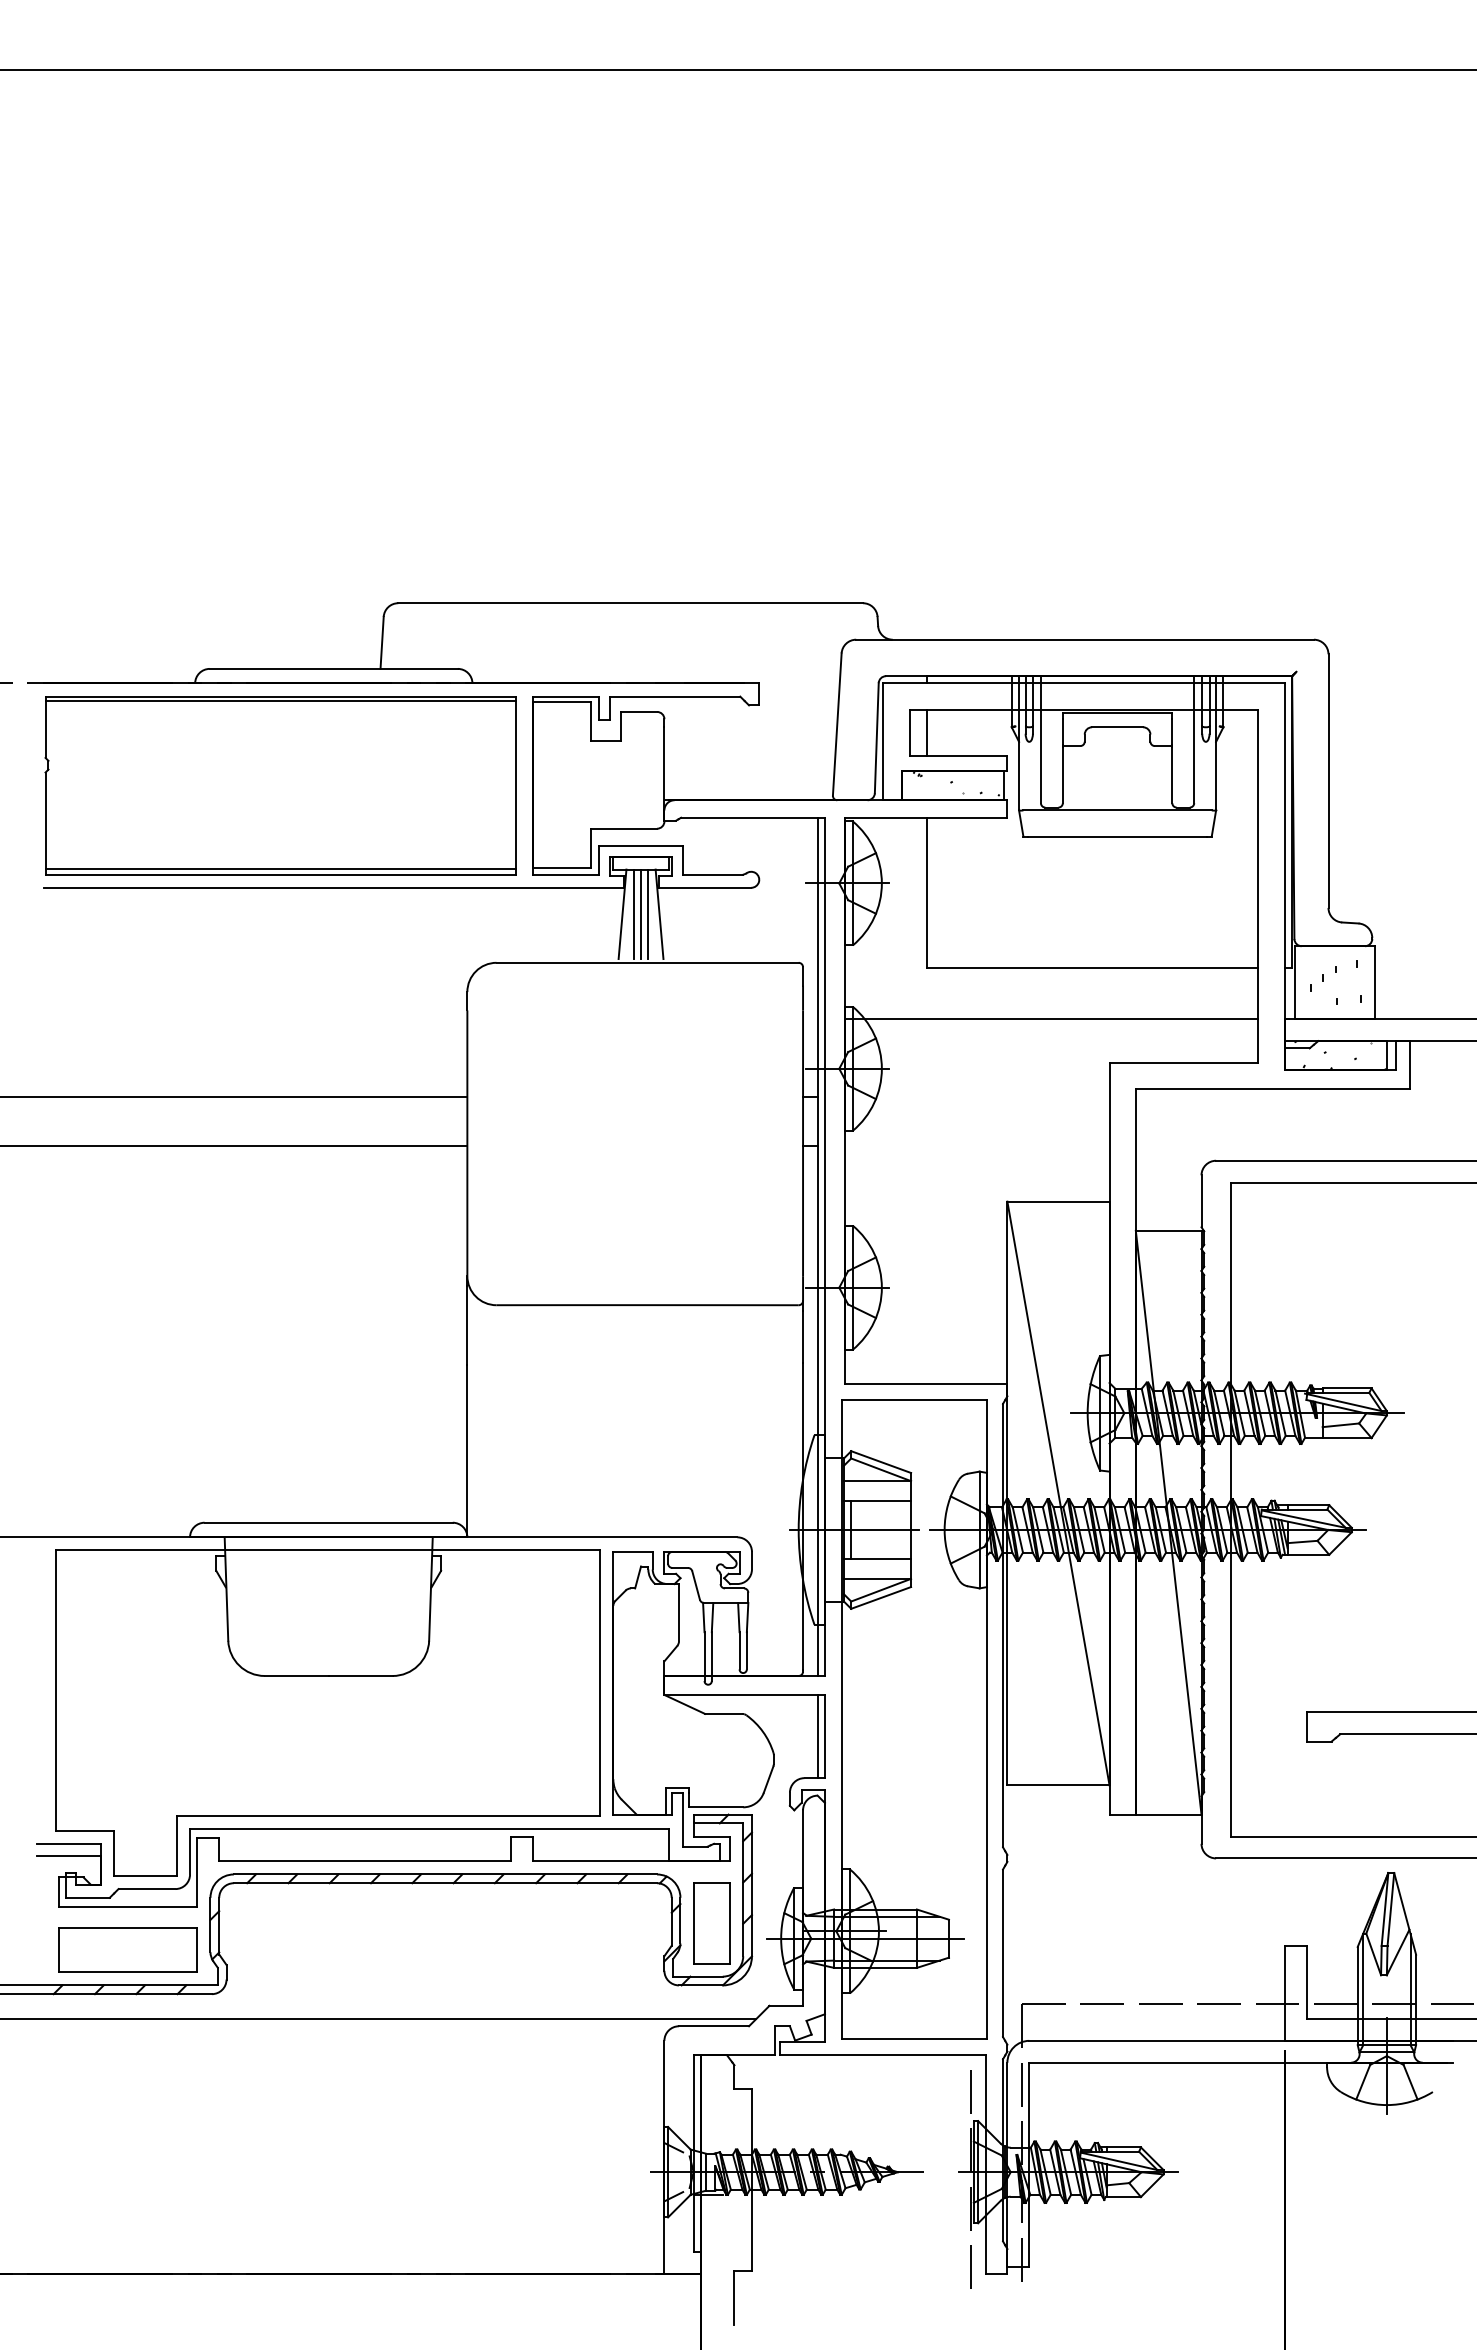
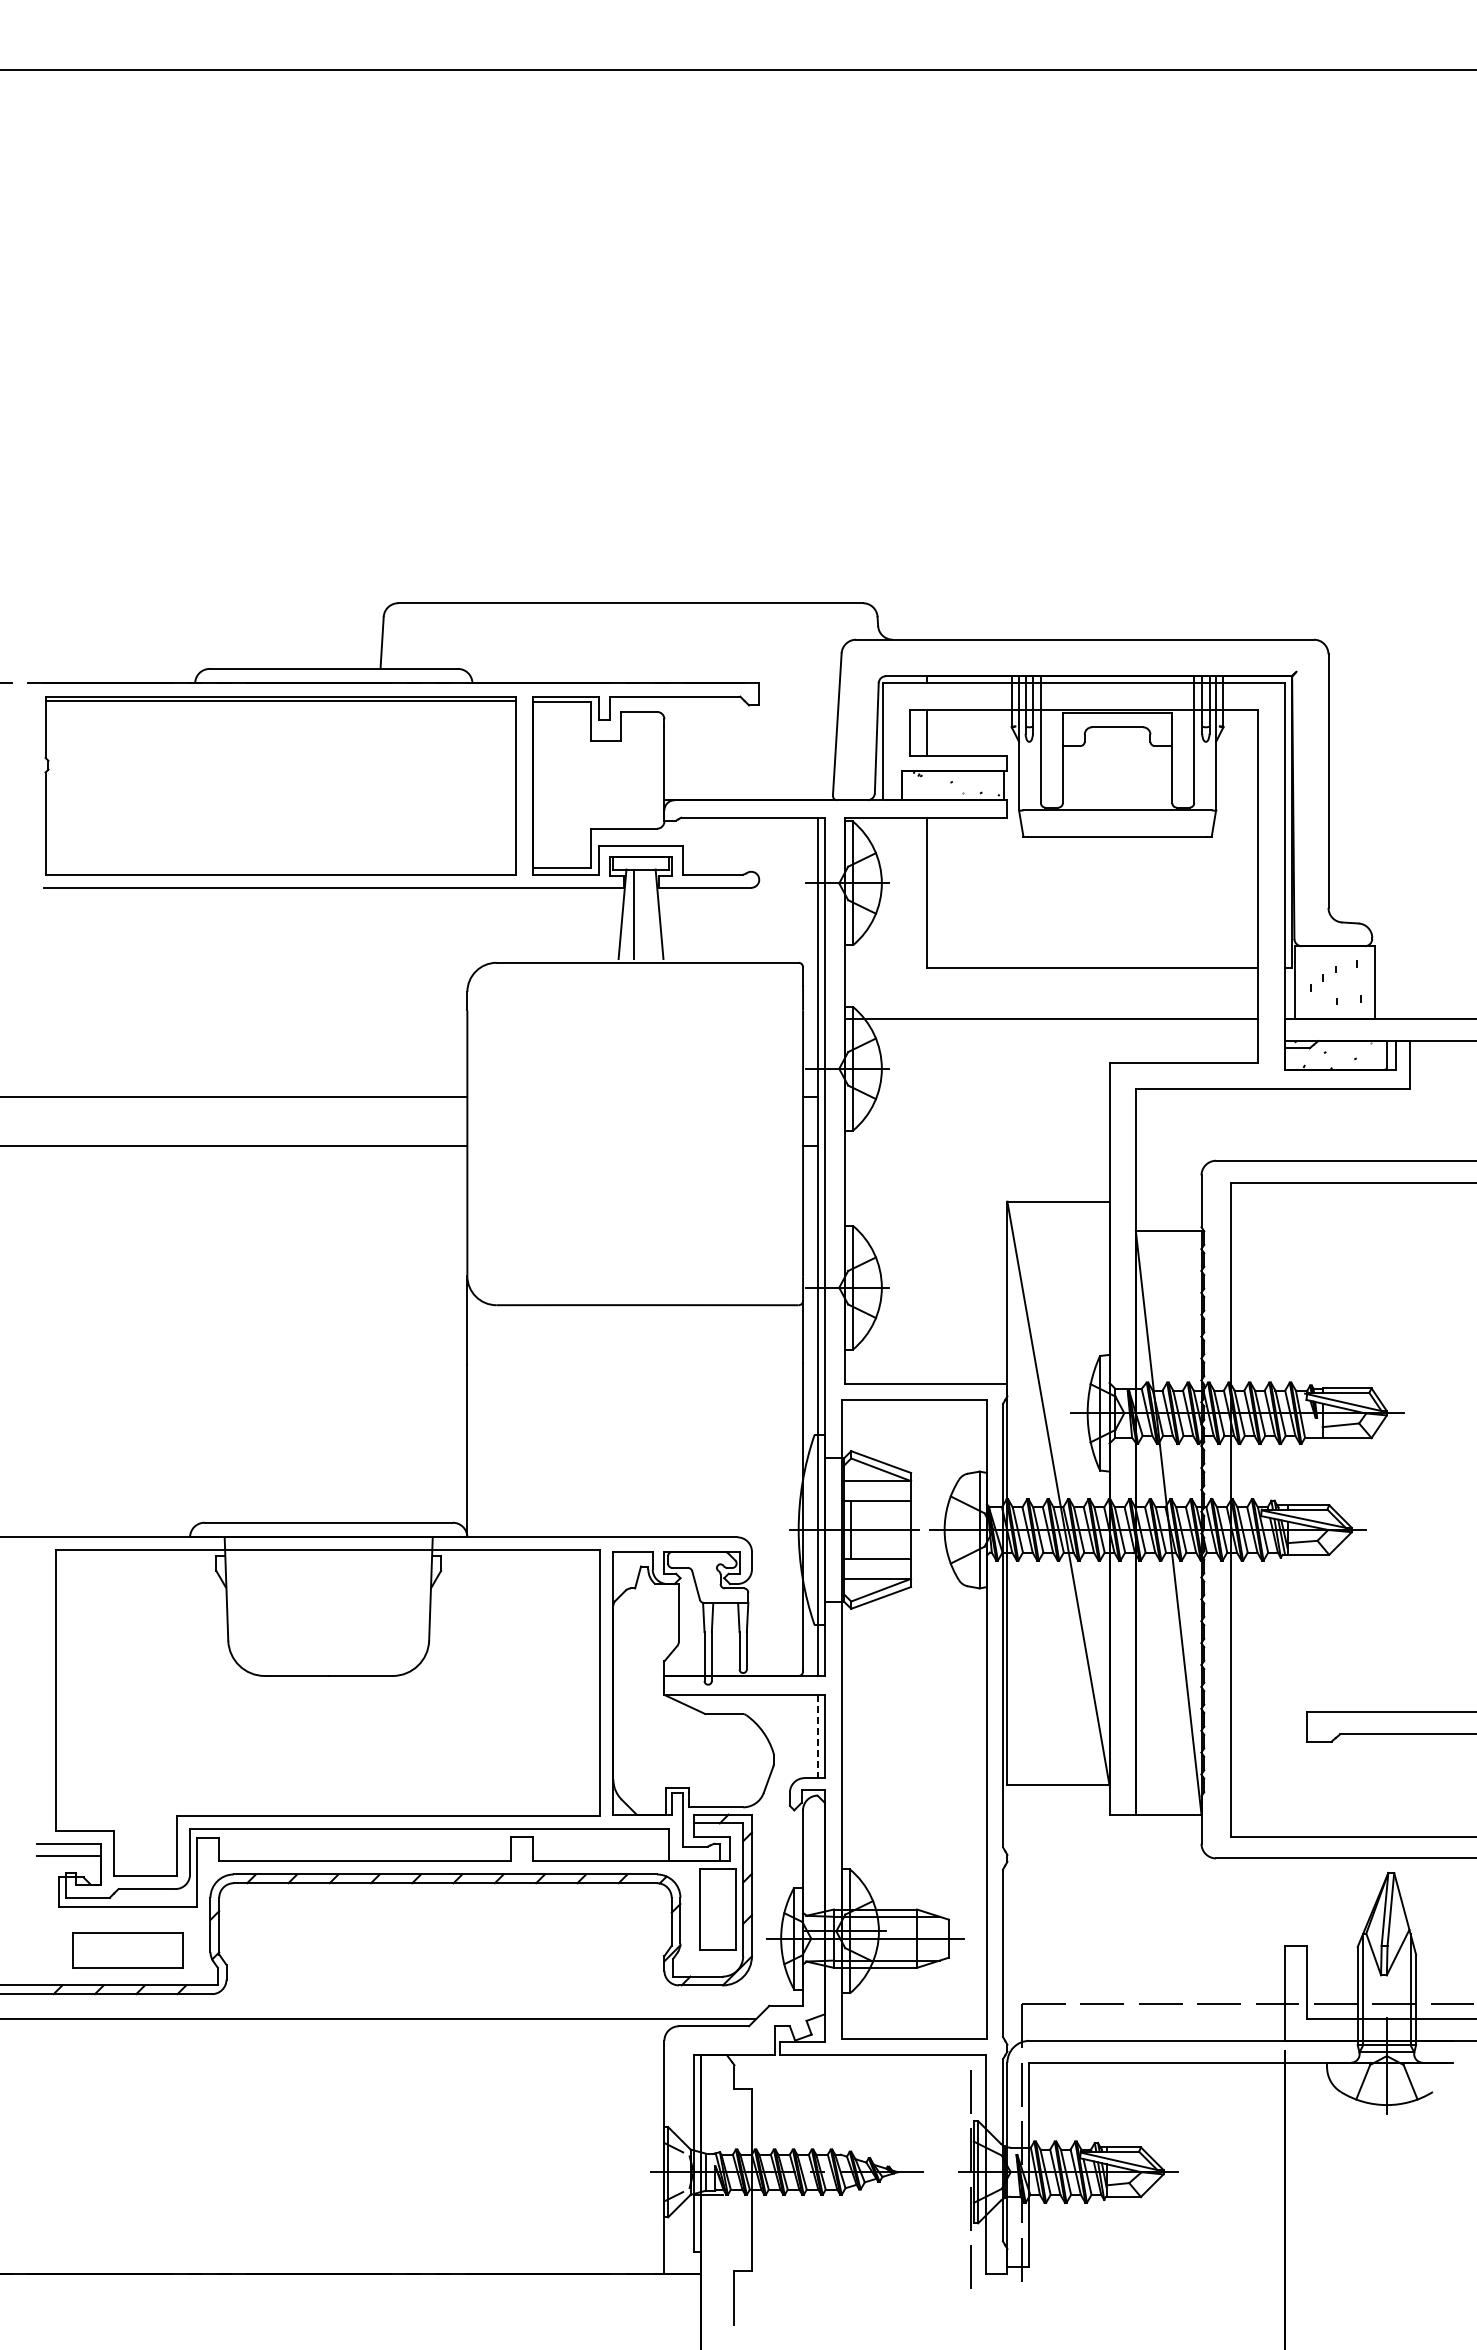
line at (280, 868): present -> none
line at (641, 914): present -> none
line at (648, 914): present -> none
line at (817, 1736): solid -> dashed
part at (711, 1923) position: (711, 1923) -> (717, 1909)
part at (127, 1949) size: 140x46 px -> 112x37 px
